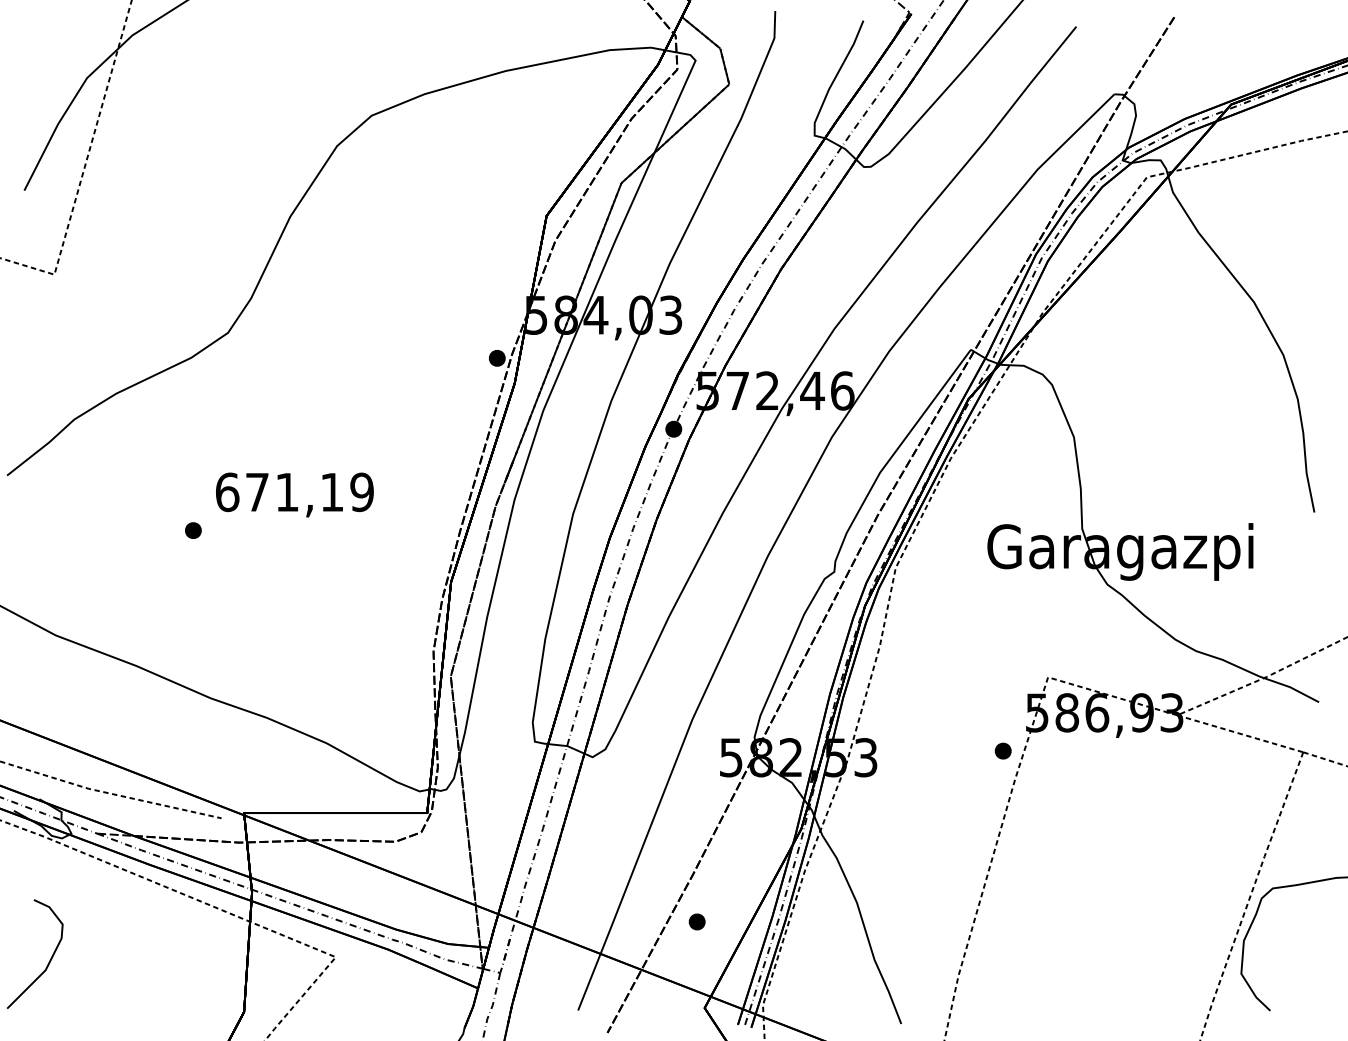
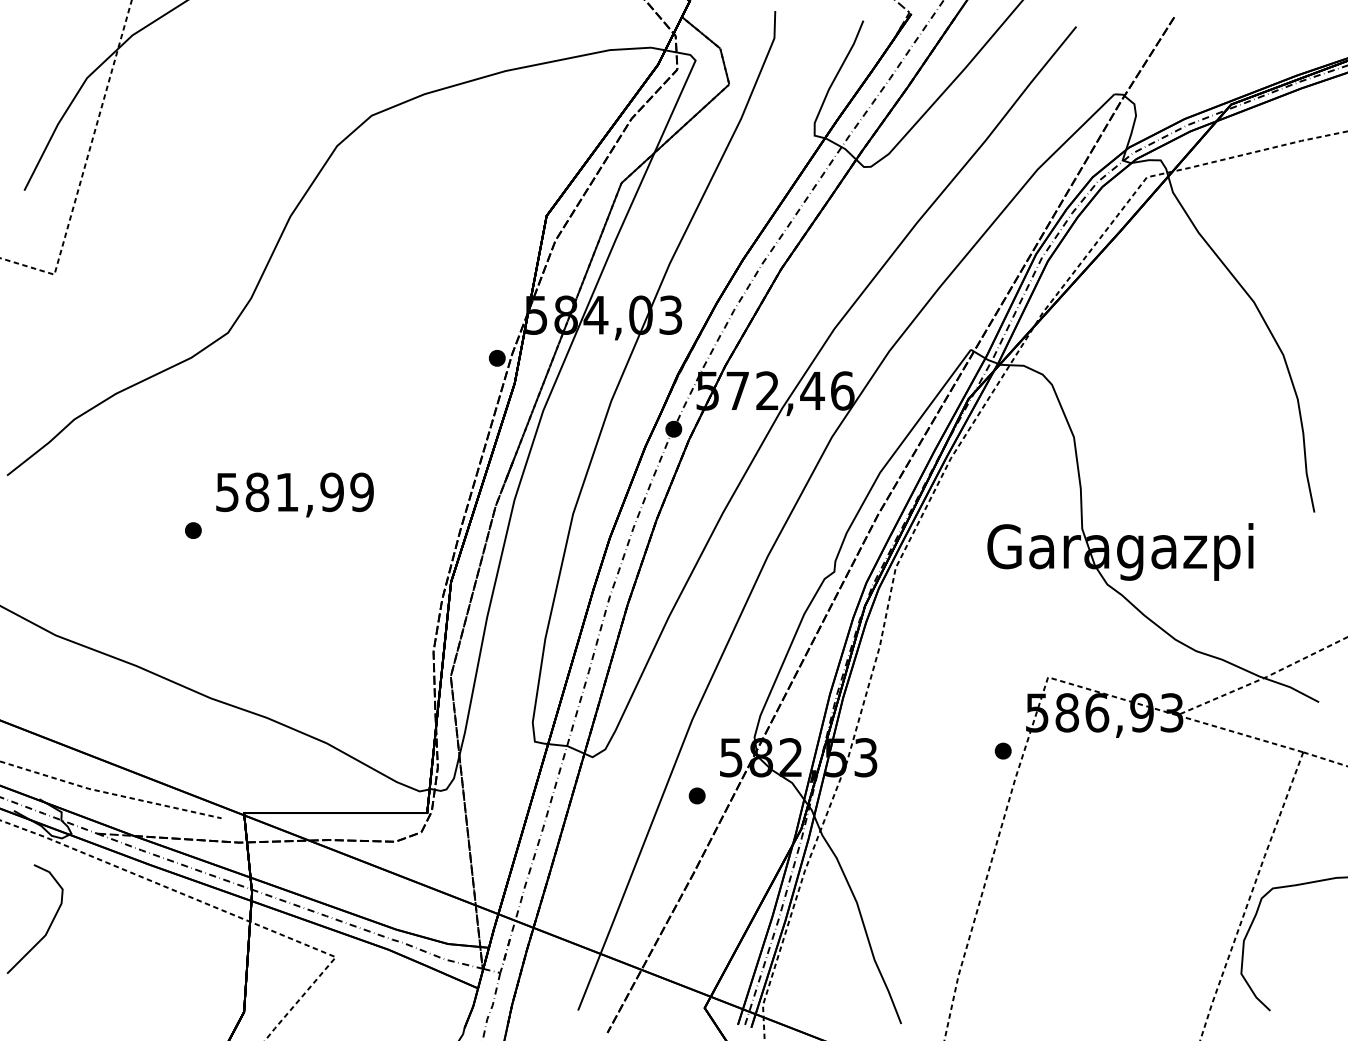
text at (279, 492): 671,19 -> 581,99
part at (696, 921) position: (696, 921) -> (696, 795)
curve at (49, 960) position: (49, 960) -> (49, 925)
